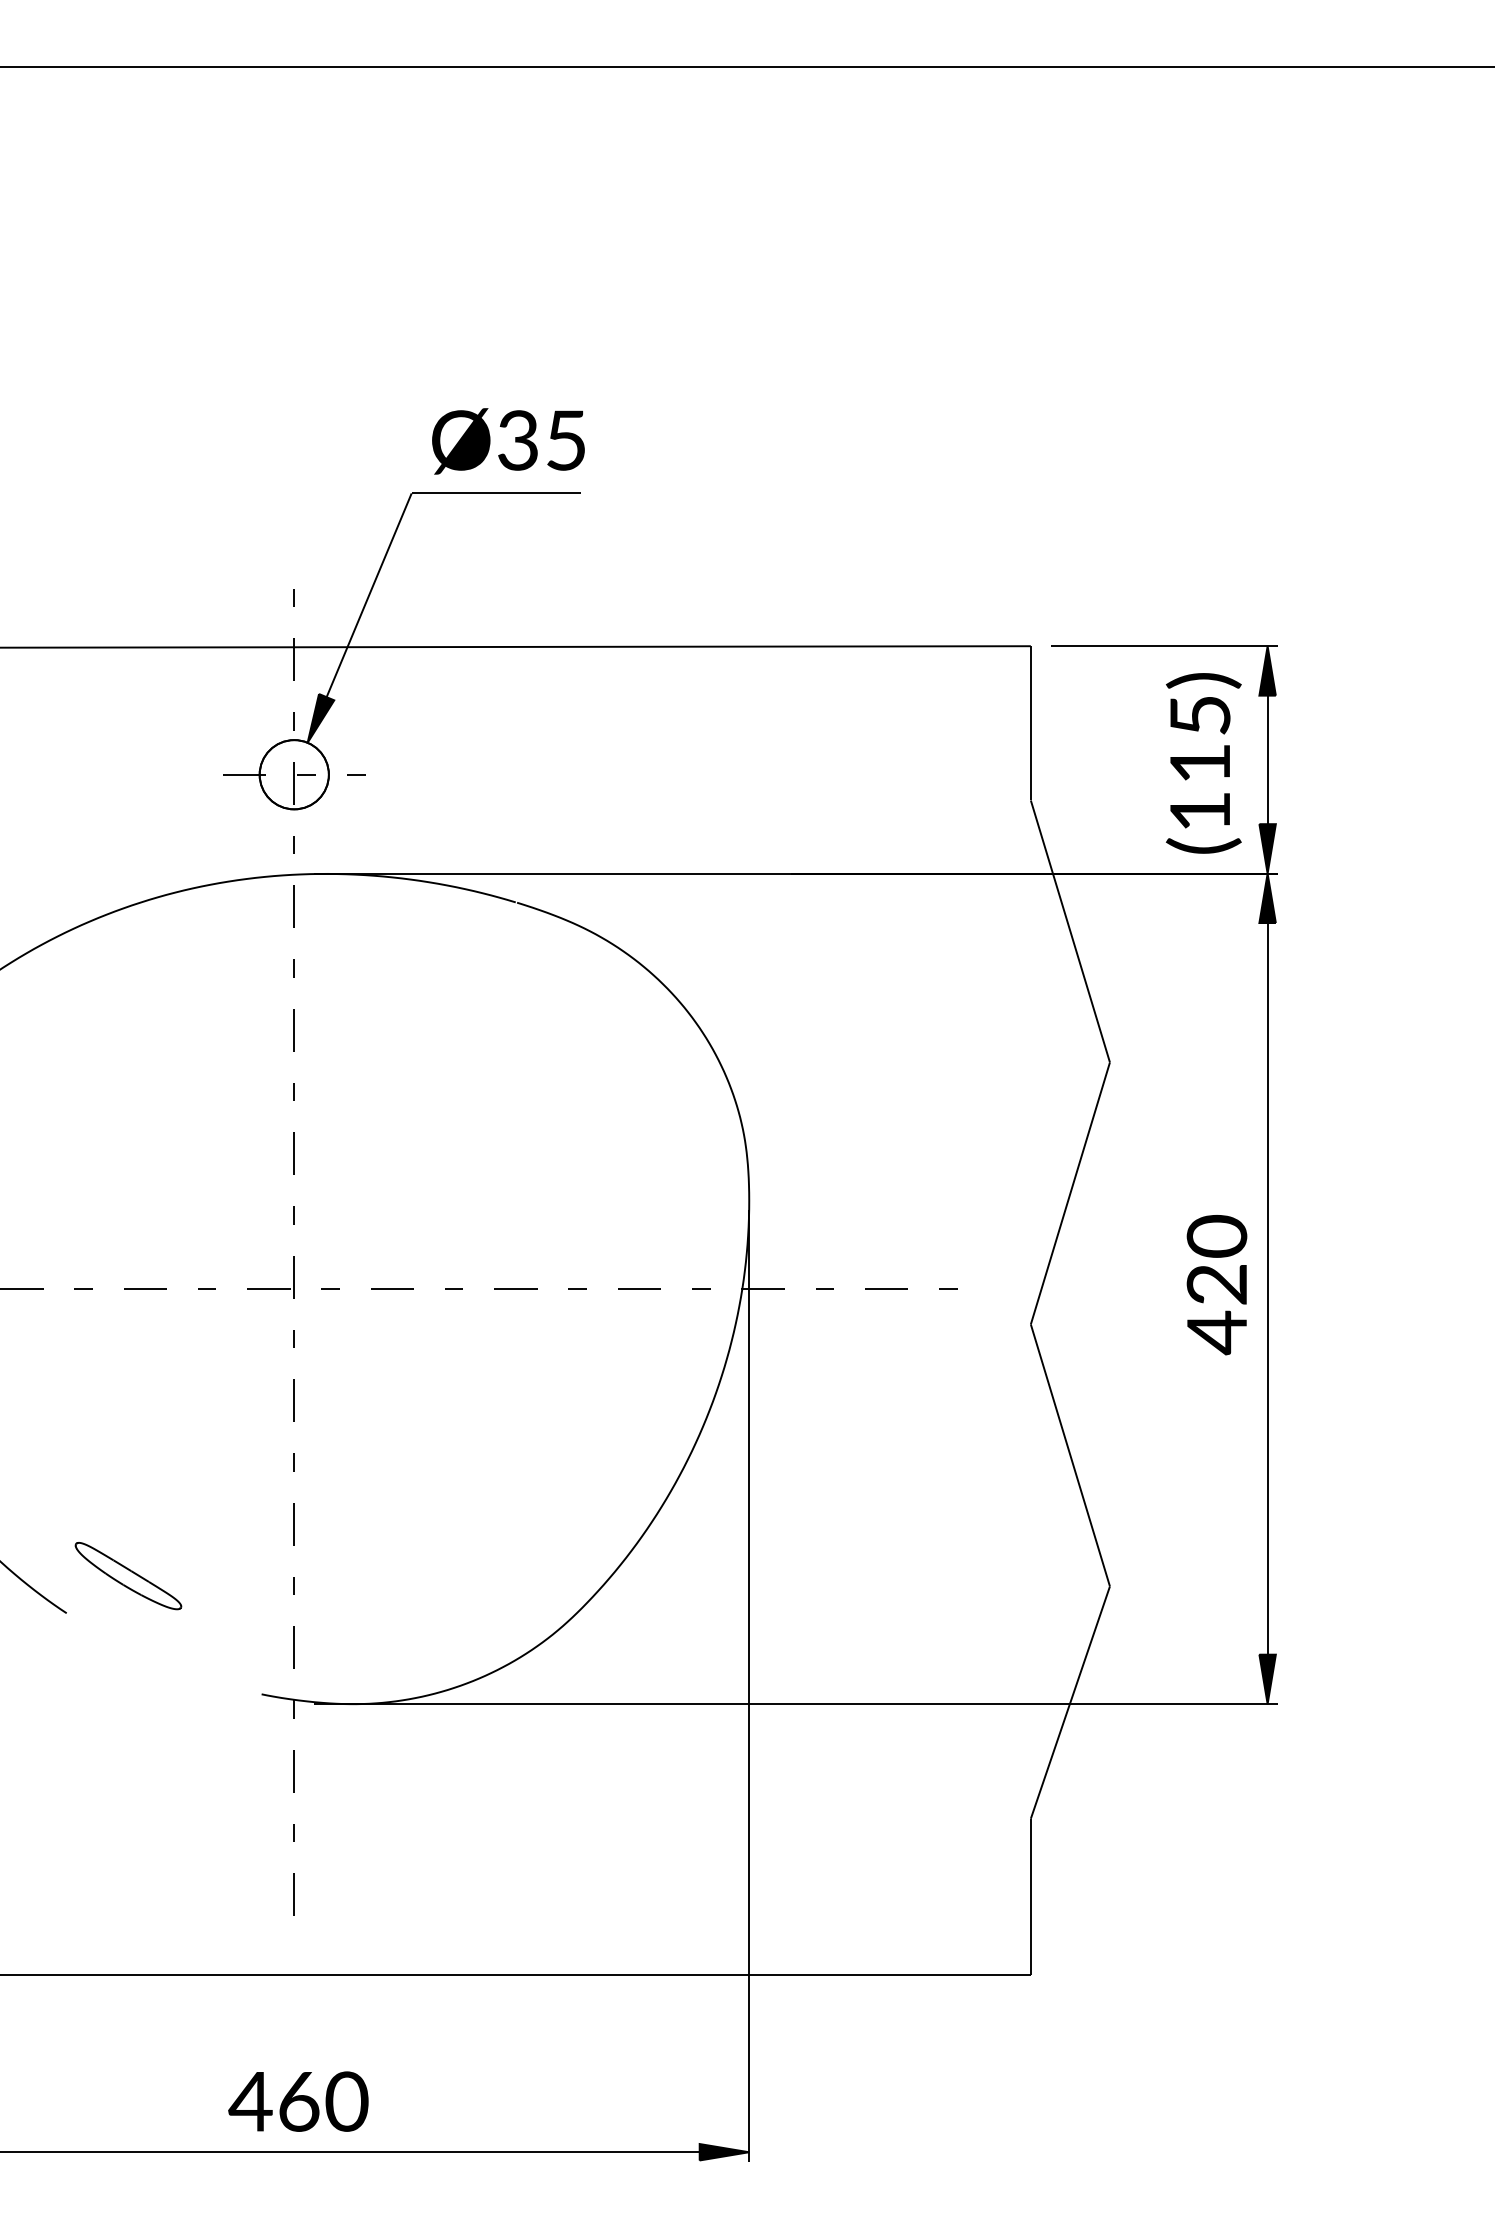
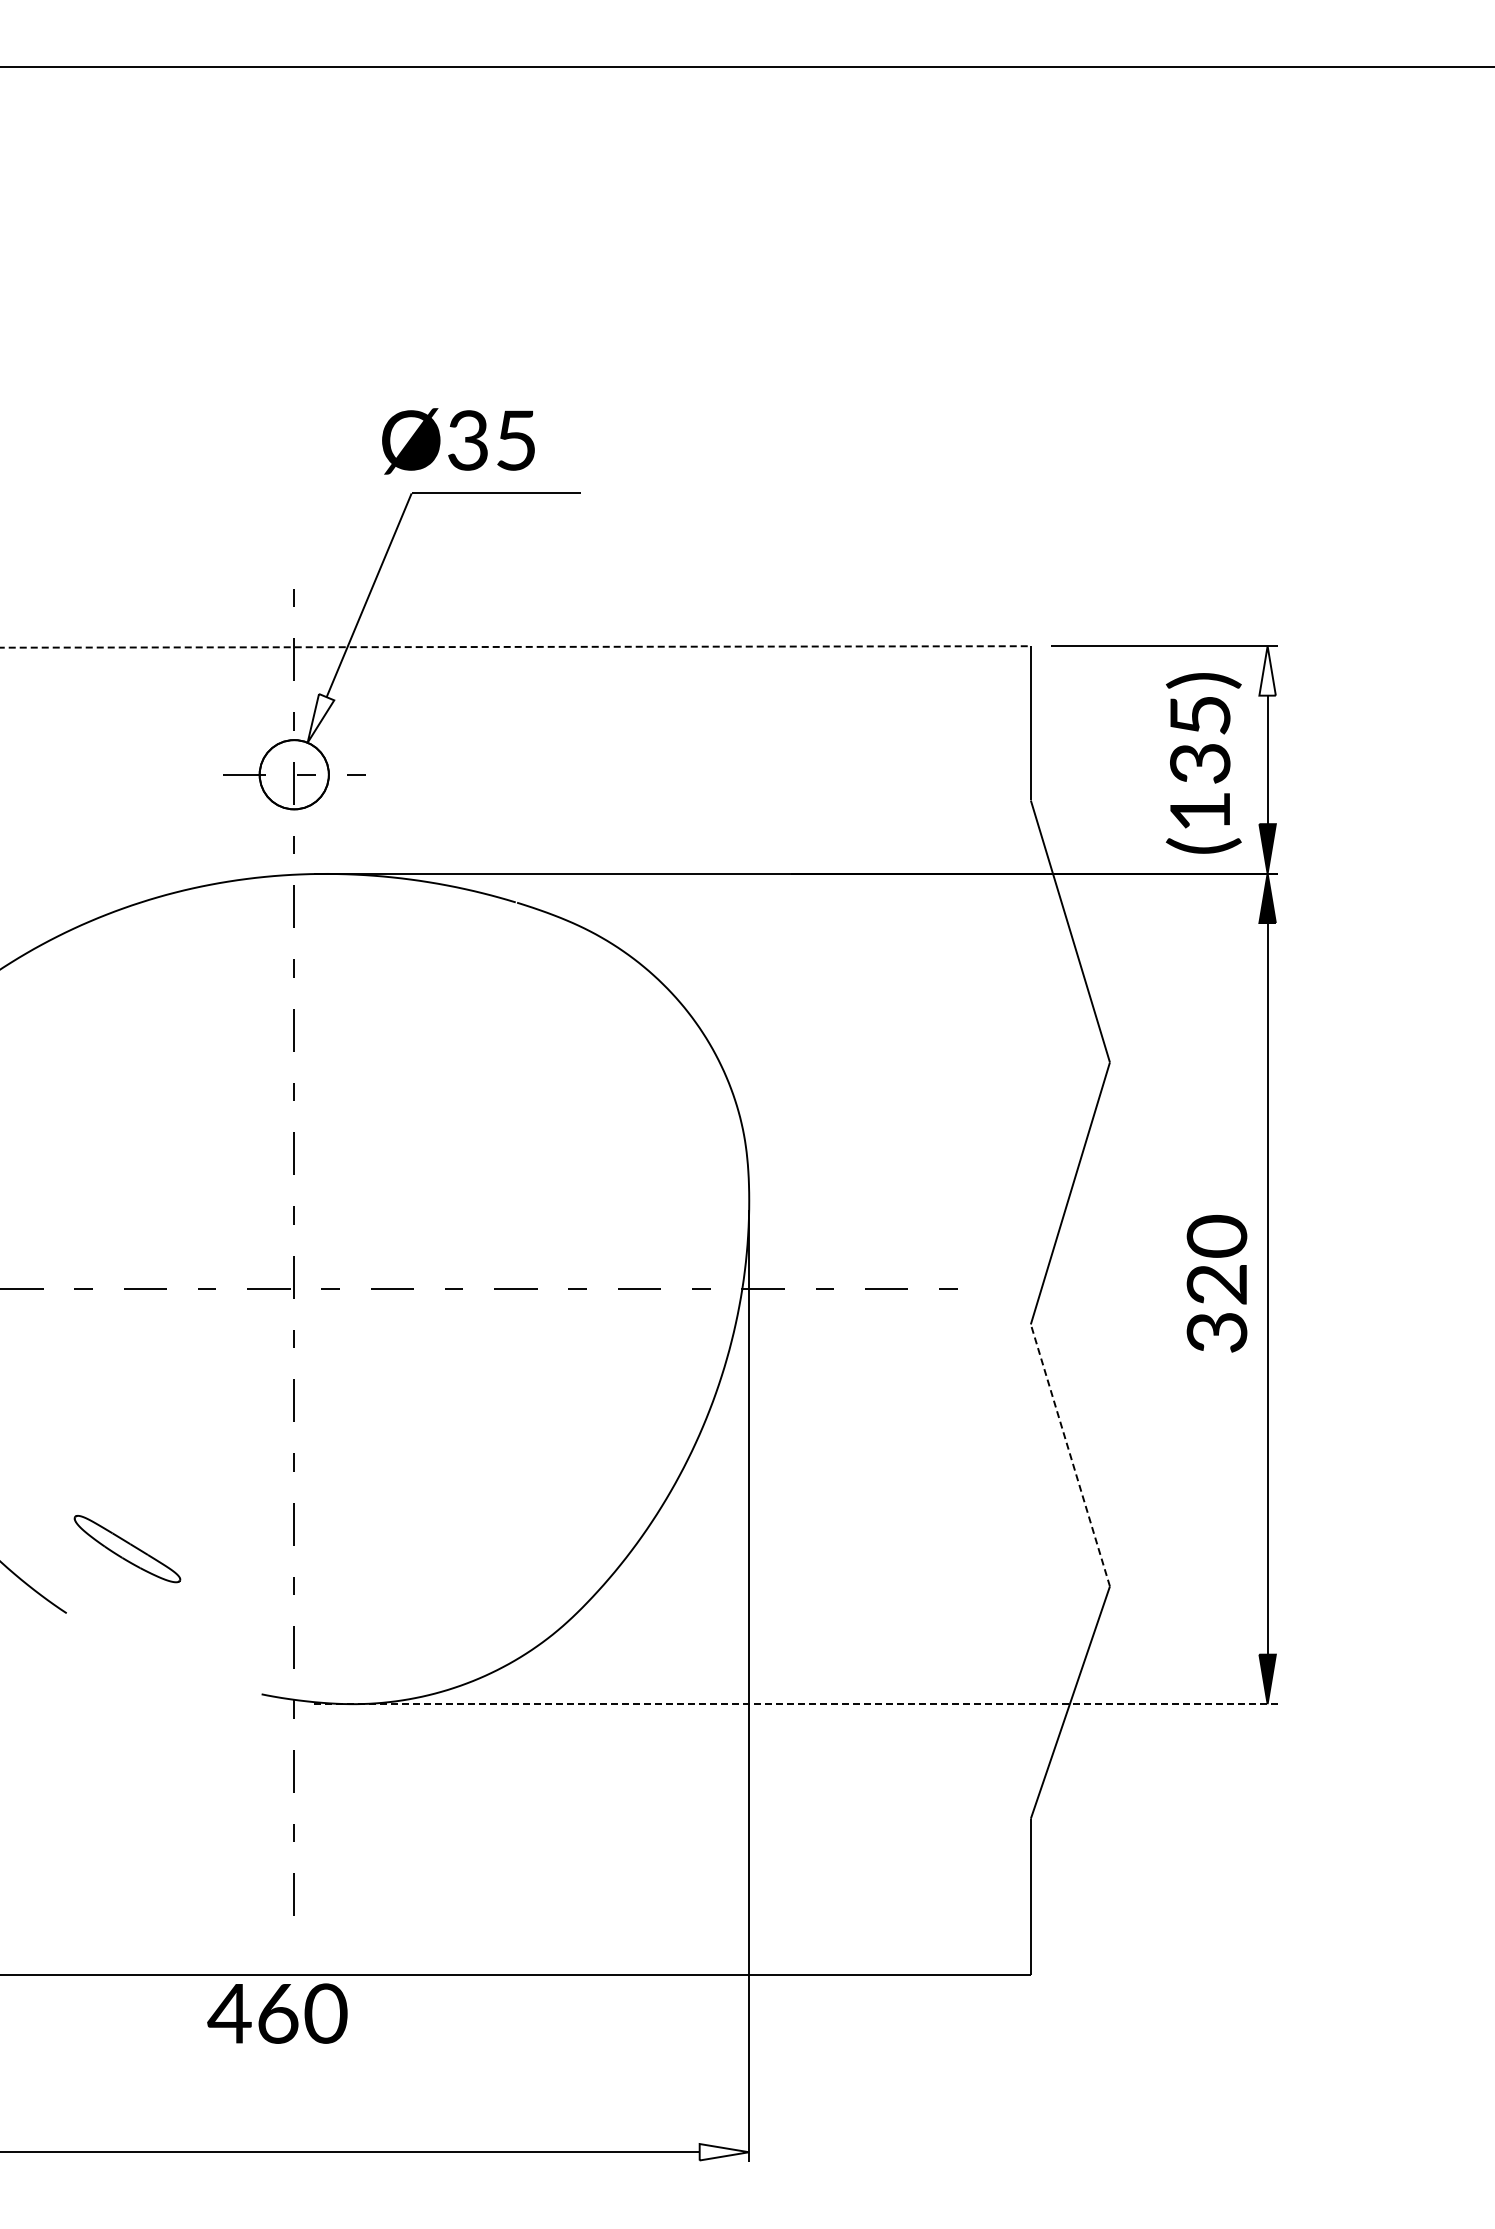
text at (508, 441) position: (508, 441) -> (458, 441)
line at (516, 646): solid -> dashed
fill at (1267, 670): present -> none
fill at (320, 718): present -> none
text at (1200, 763): (115) -> (135)
text at (1216, 1332): 420 -> 320
line at (1070, 1455): solid -> dashed
part at (128, 1576) position: (128, 1576) -> (127, 1549)
line at (795, 1704): solid -> dashed
text at (298, 2101) position: (298, 2101) -> (277, 2013)
fill at (724, 2152): present -> none
